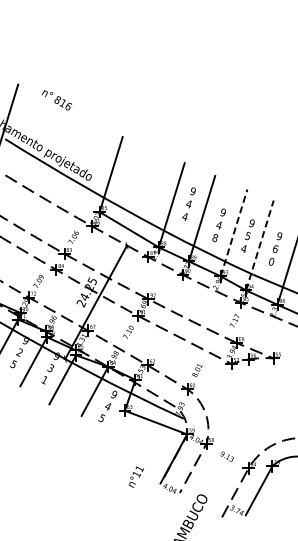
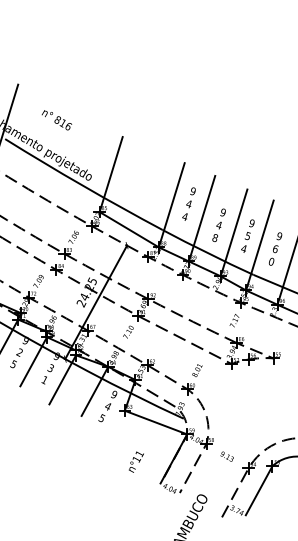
text at (56, 100) position: (56, 100) -> (56, 120)
line at (234, 232): dashed -> solid
line at (259, 245): dashed -> solid
text at (136, 476) position: (136, 476) -> (136, 461)
